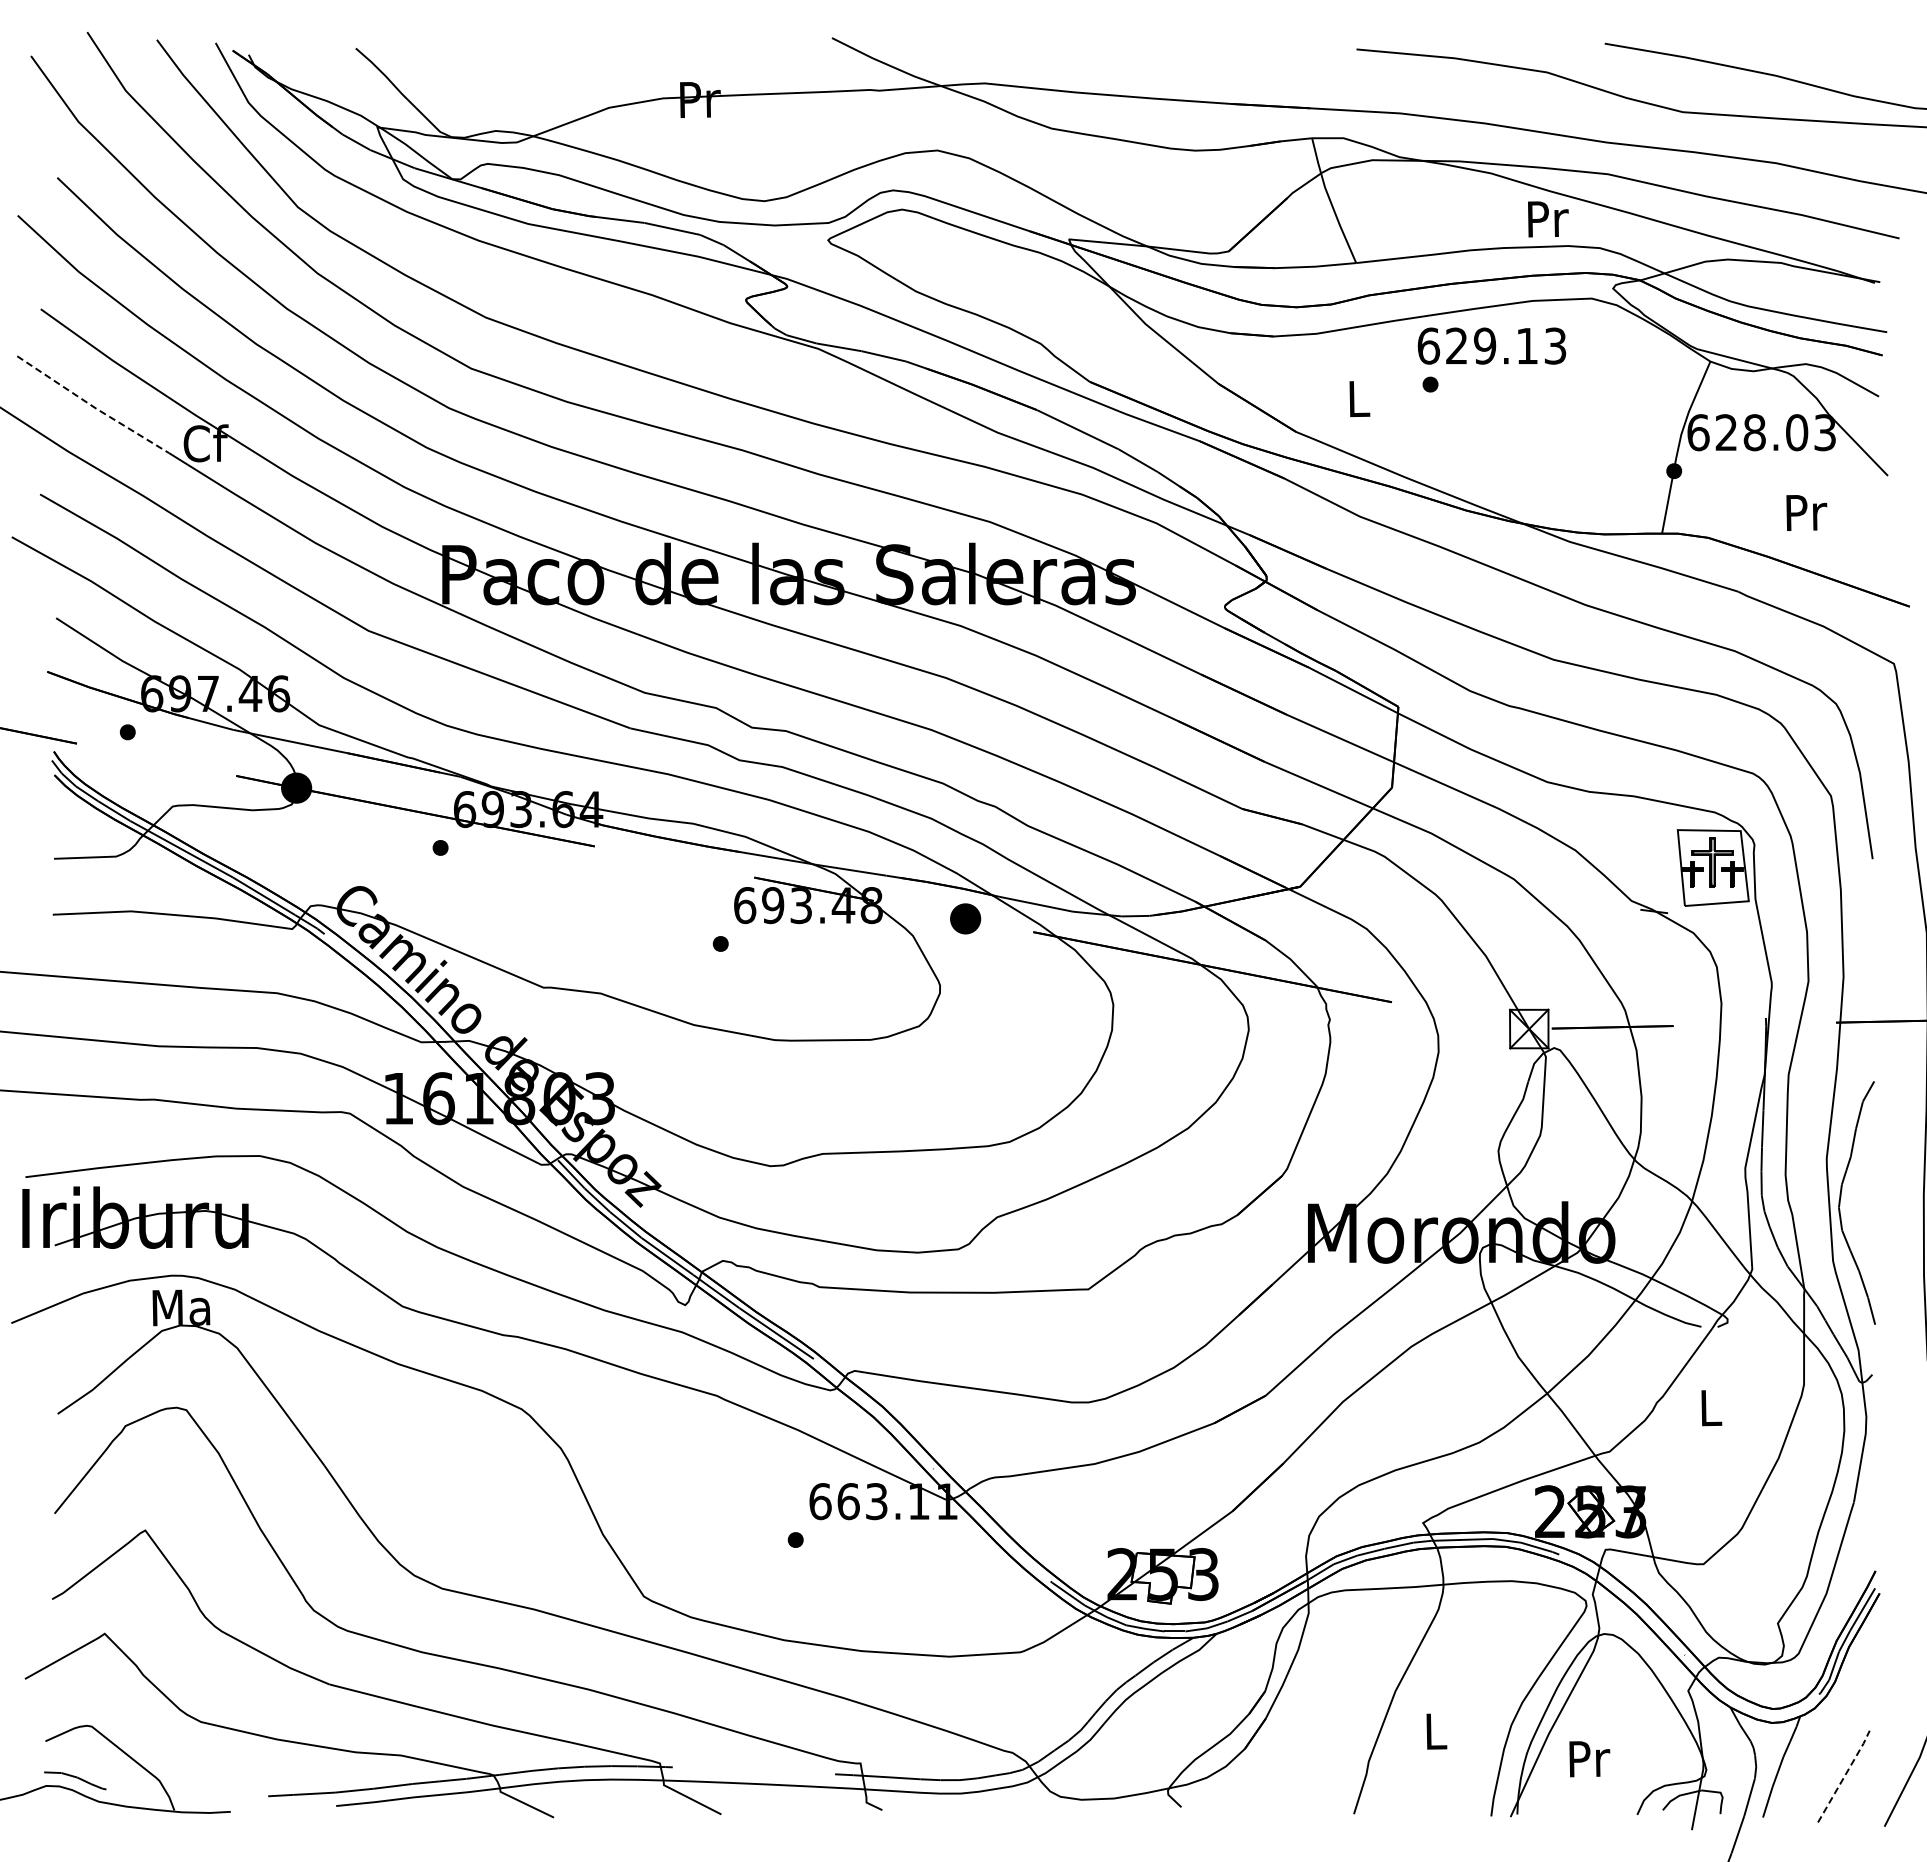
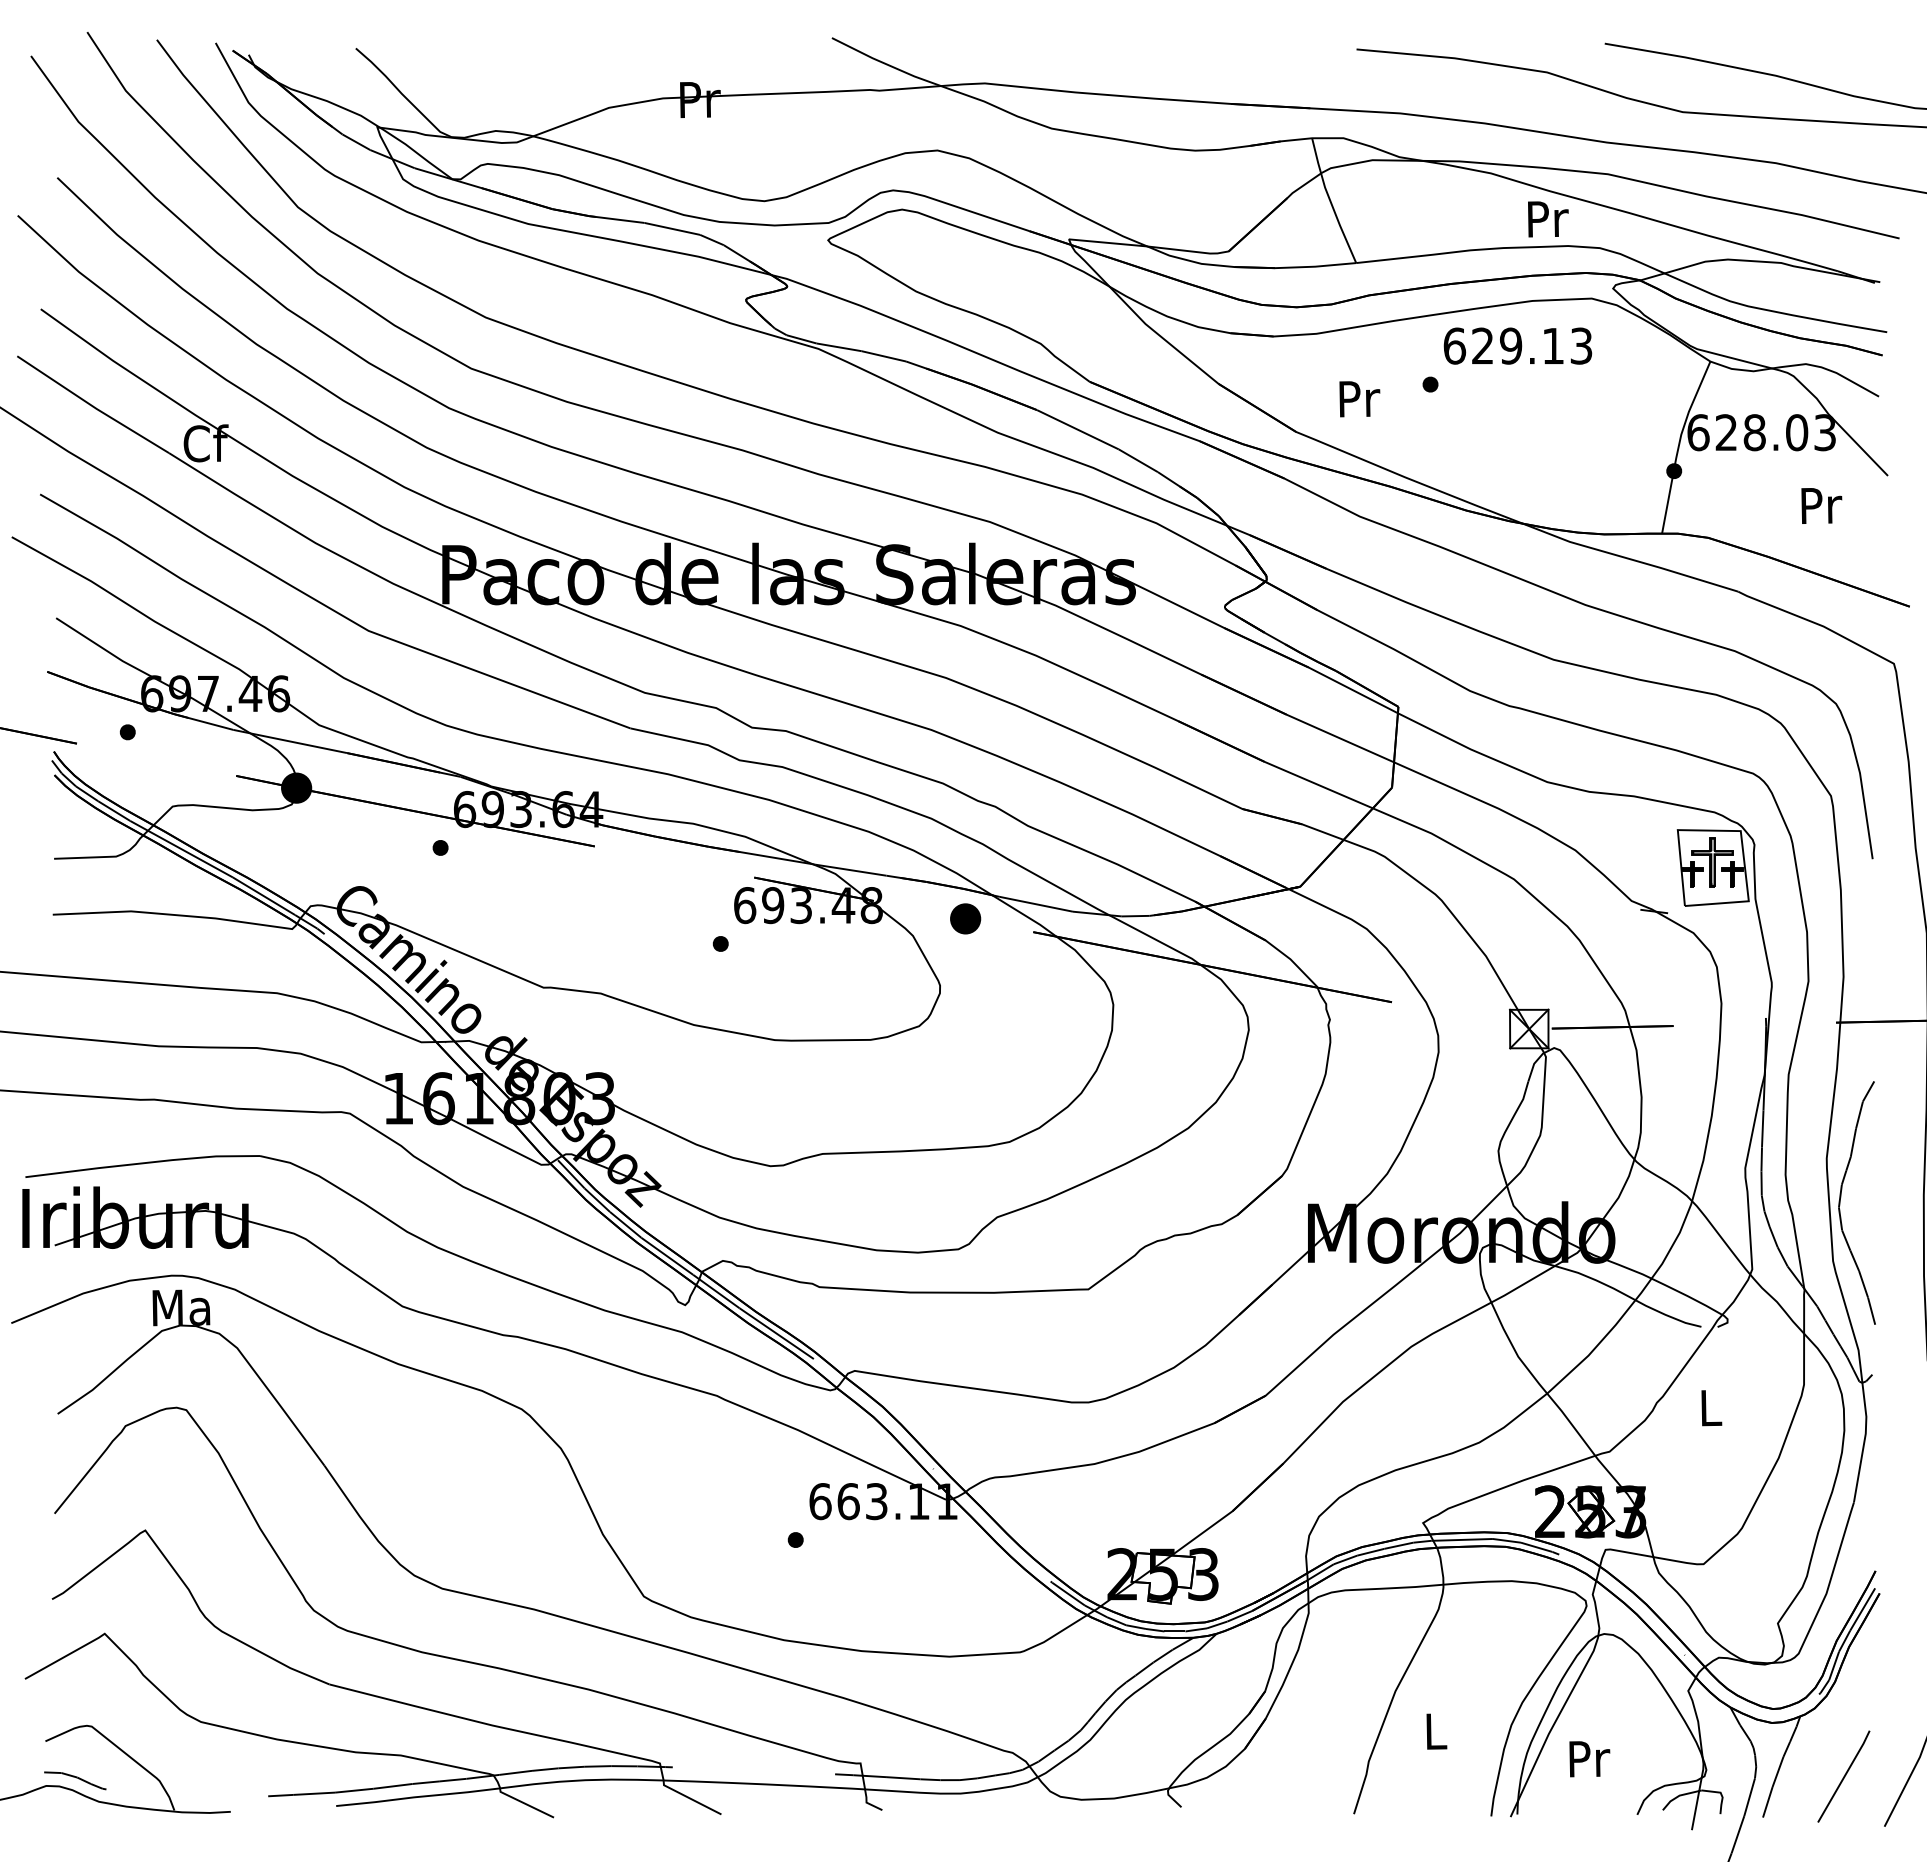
text at (1491, 345) position: (1491, 345) -> (1517, 345)
text at (1359, 399): L -> Pr
line at (92, 406): dashed -> solid
text at (1806, 512) position: (1806, 512) -> (1821, 505)
line at (1844, 1776): dashed -> solid
